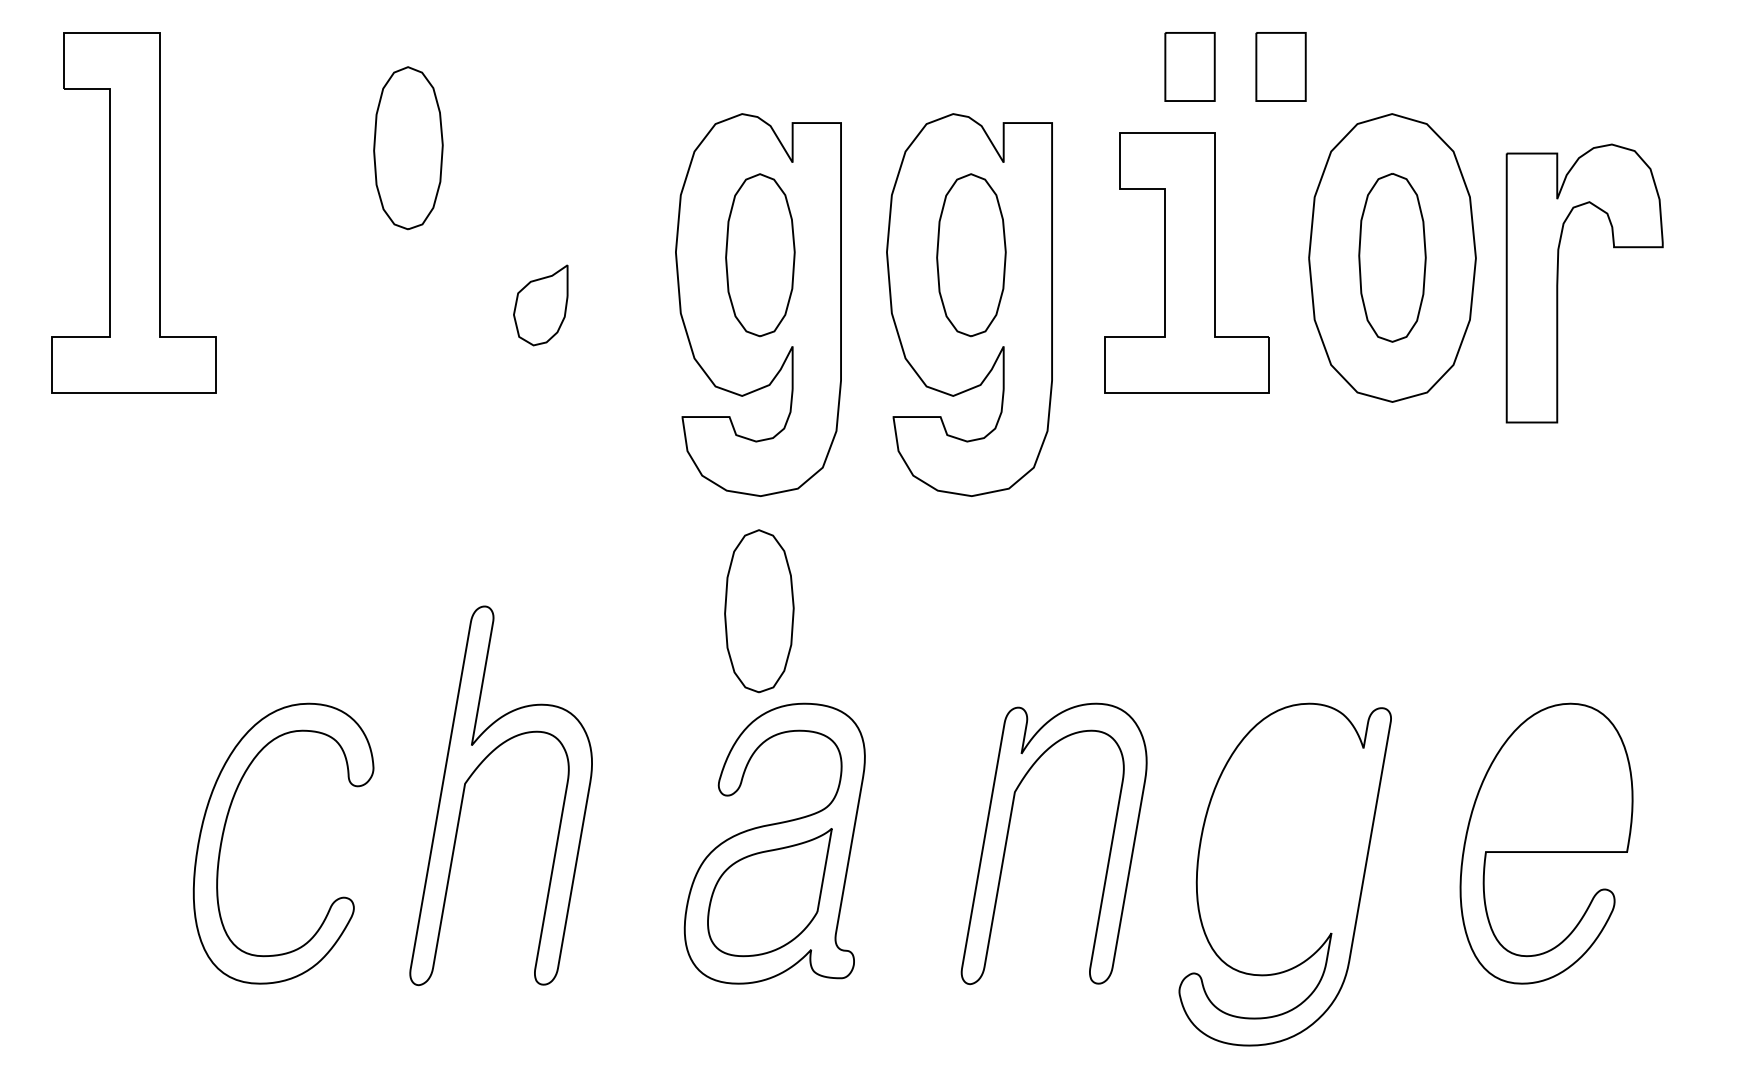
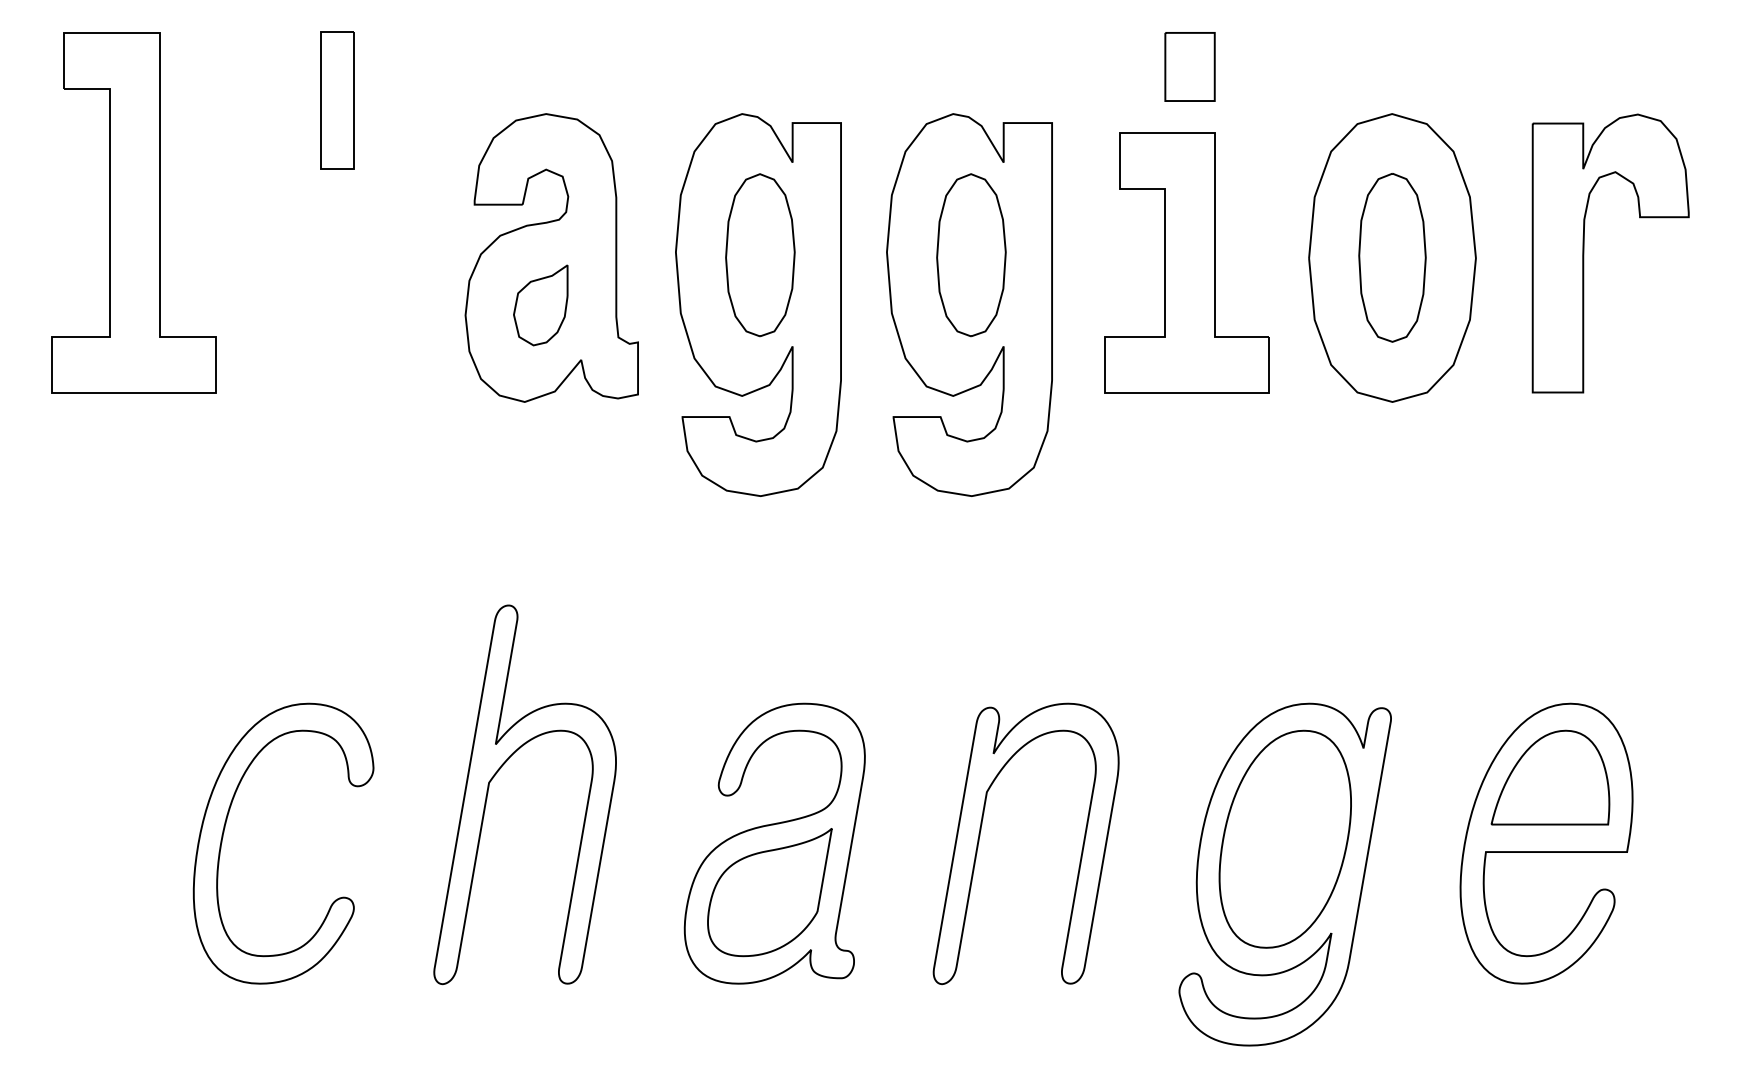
part at (1280, 66): present -> none
part at (337, 100): none -> present
part at (408, 148): present -> none
part at (551, 257): none -> present
part at (1558, 283) position: (1558, 283) -> (1584, 253)
part at (759, 611): present -> none
part at (473, 774) position: (473, 774) -> (497, 773)
part at (1550, 777): none -> present
part at (1008, 836) position: (1008, 836) -> (980, 836)
part at (1284, 838): none -> present
